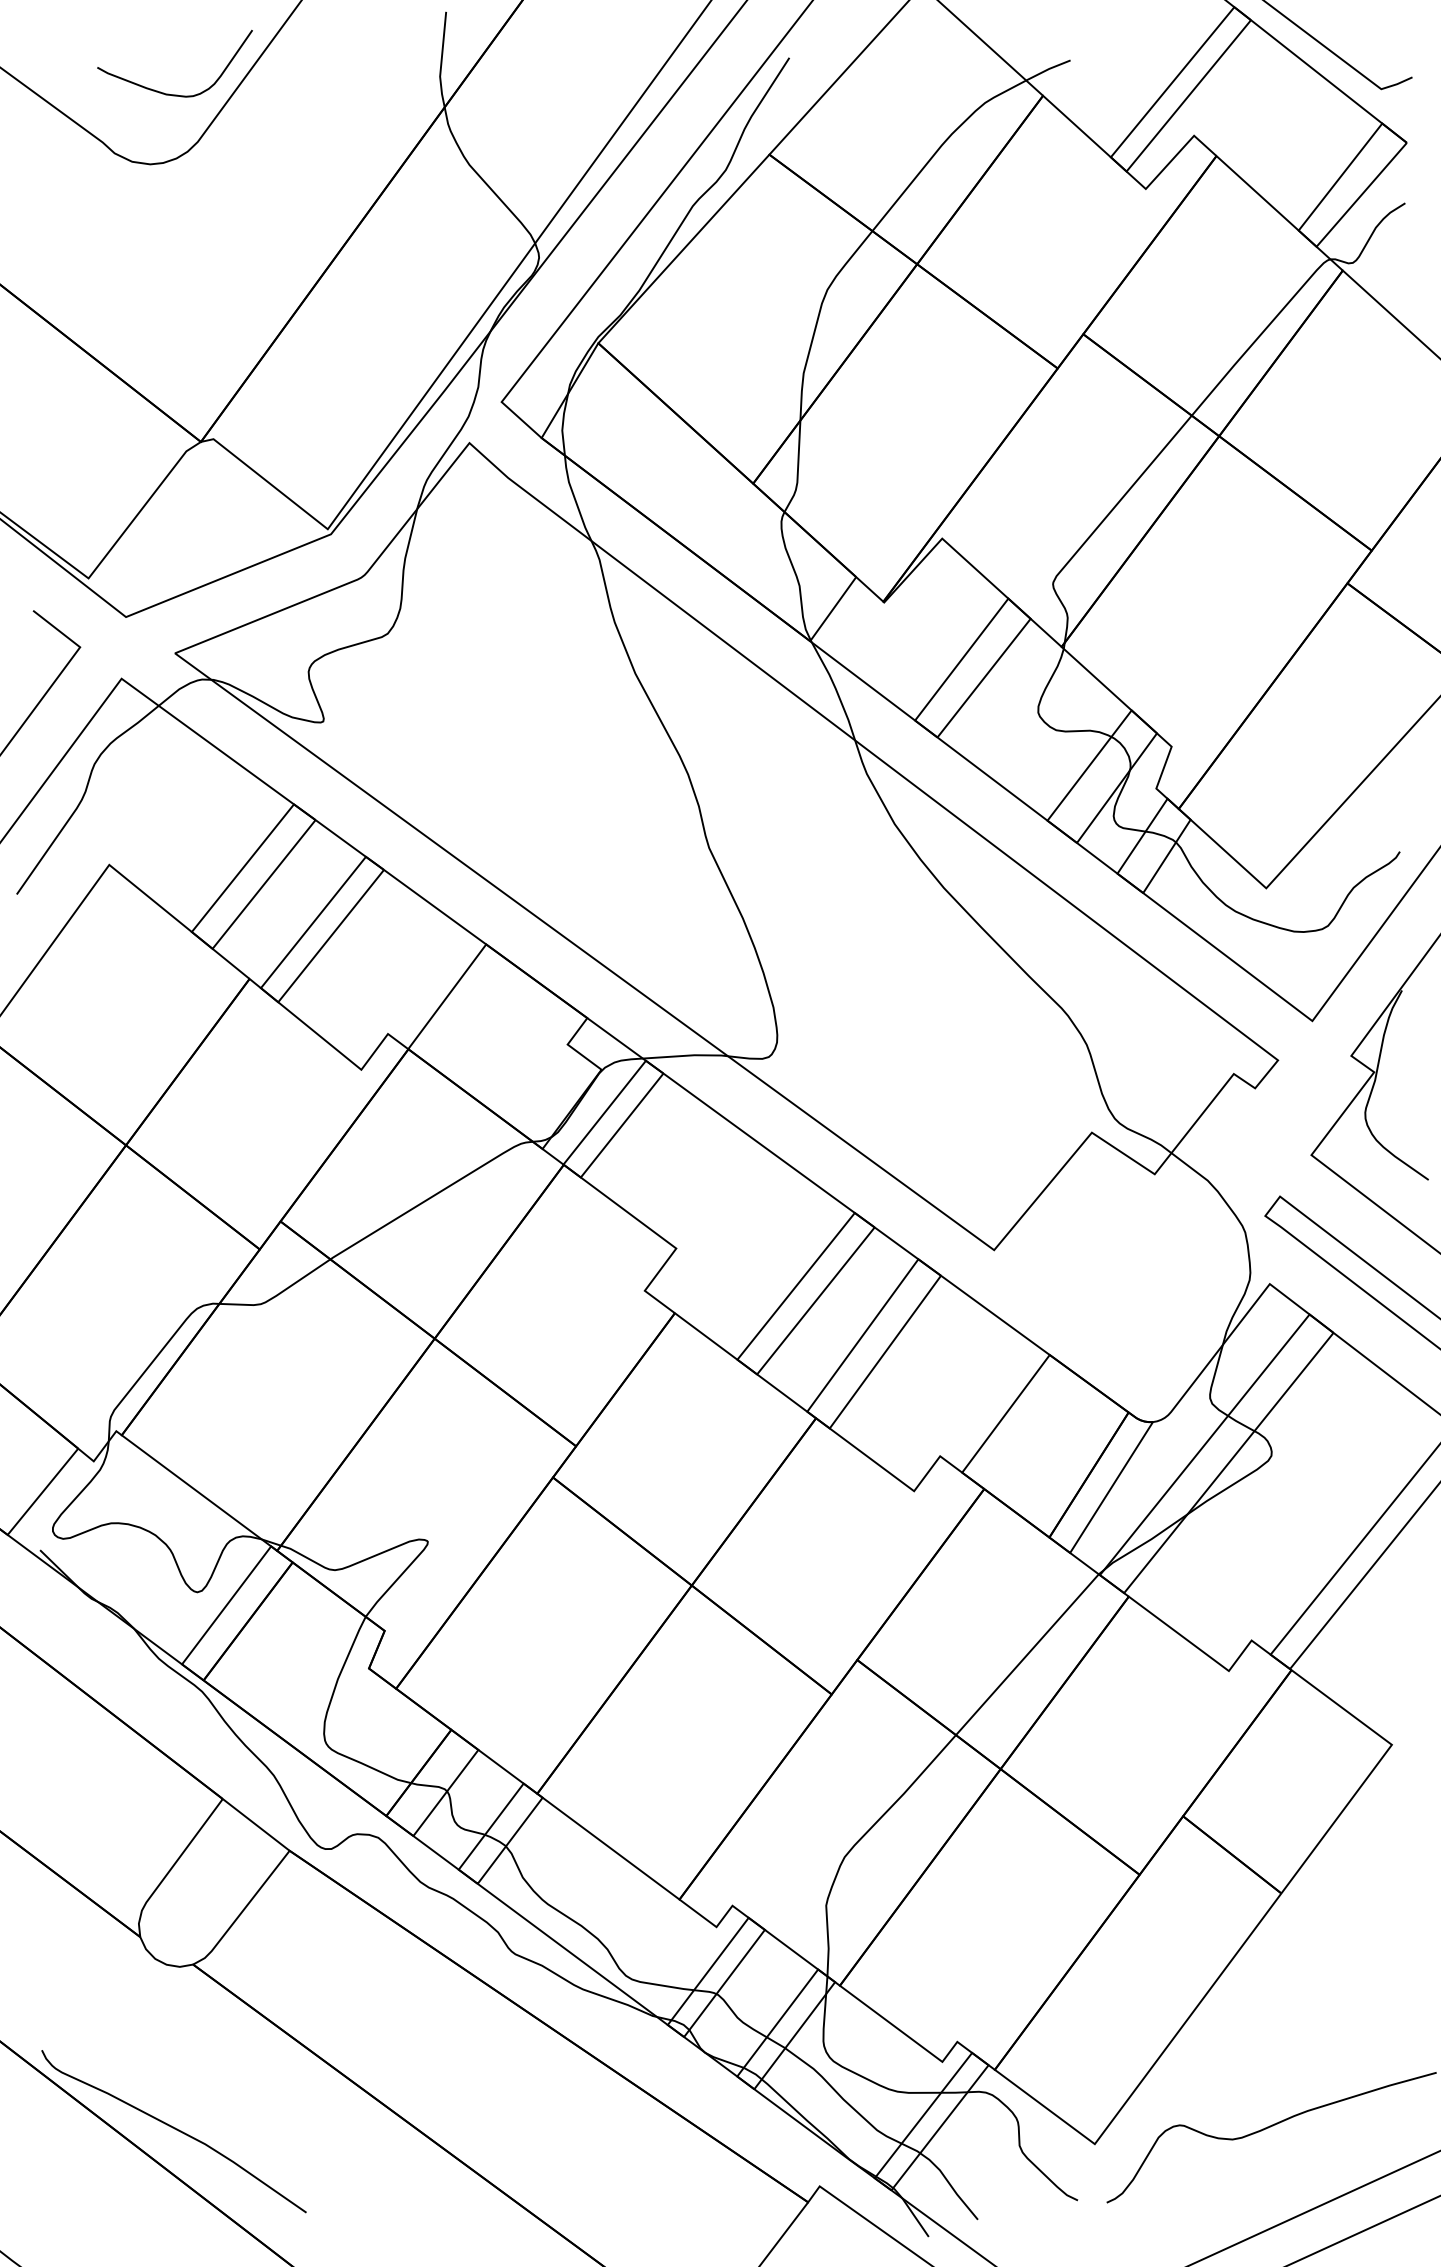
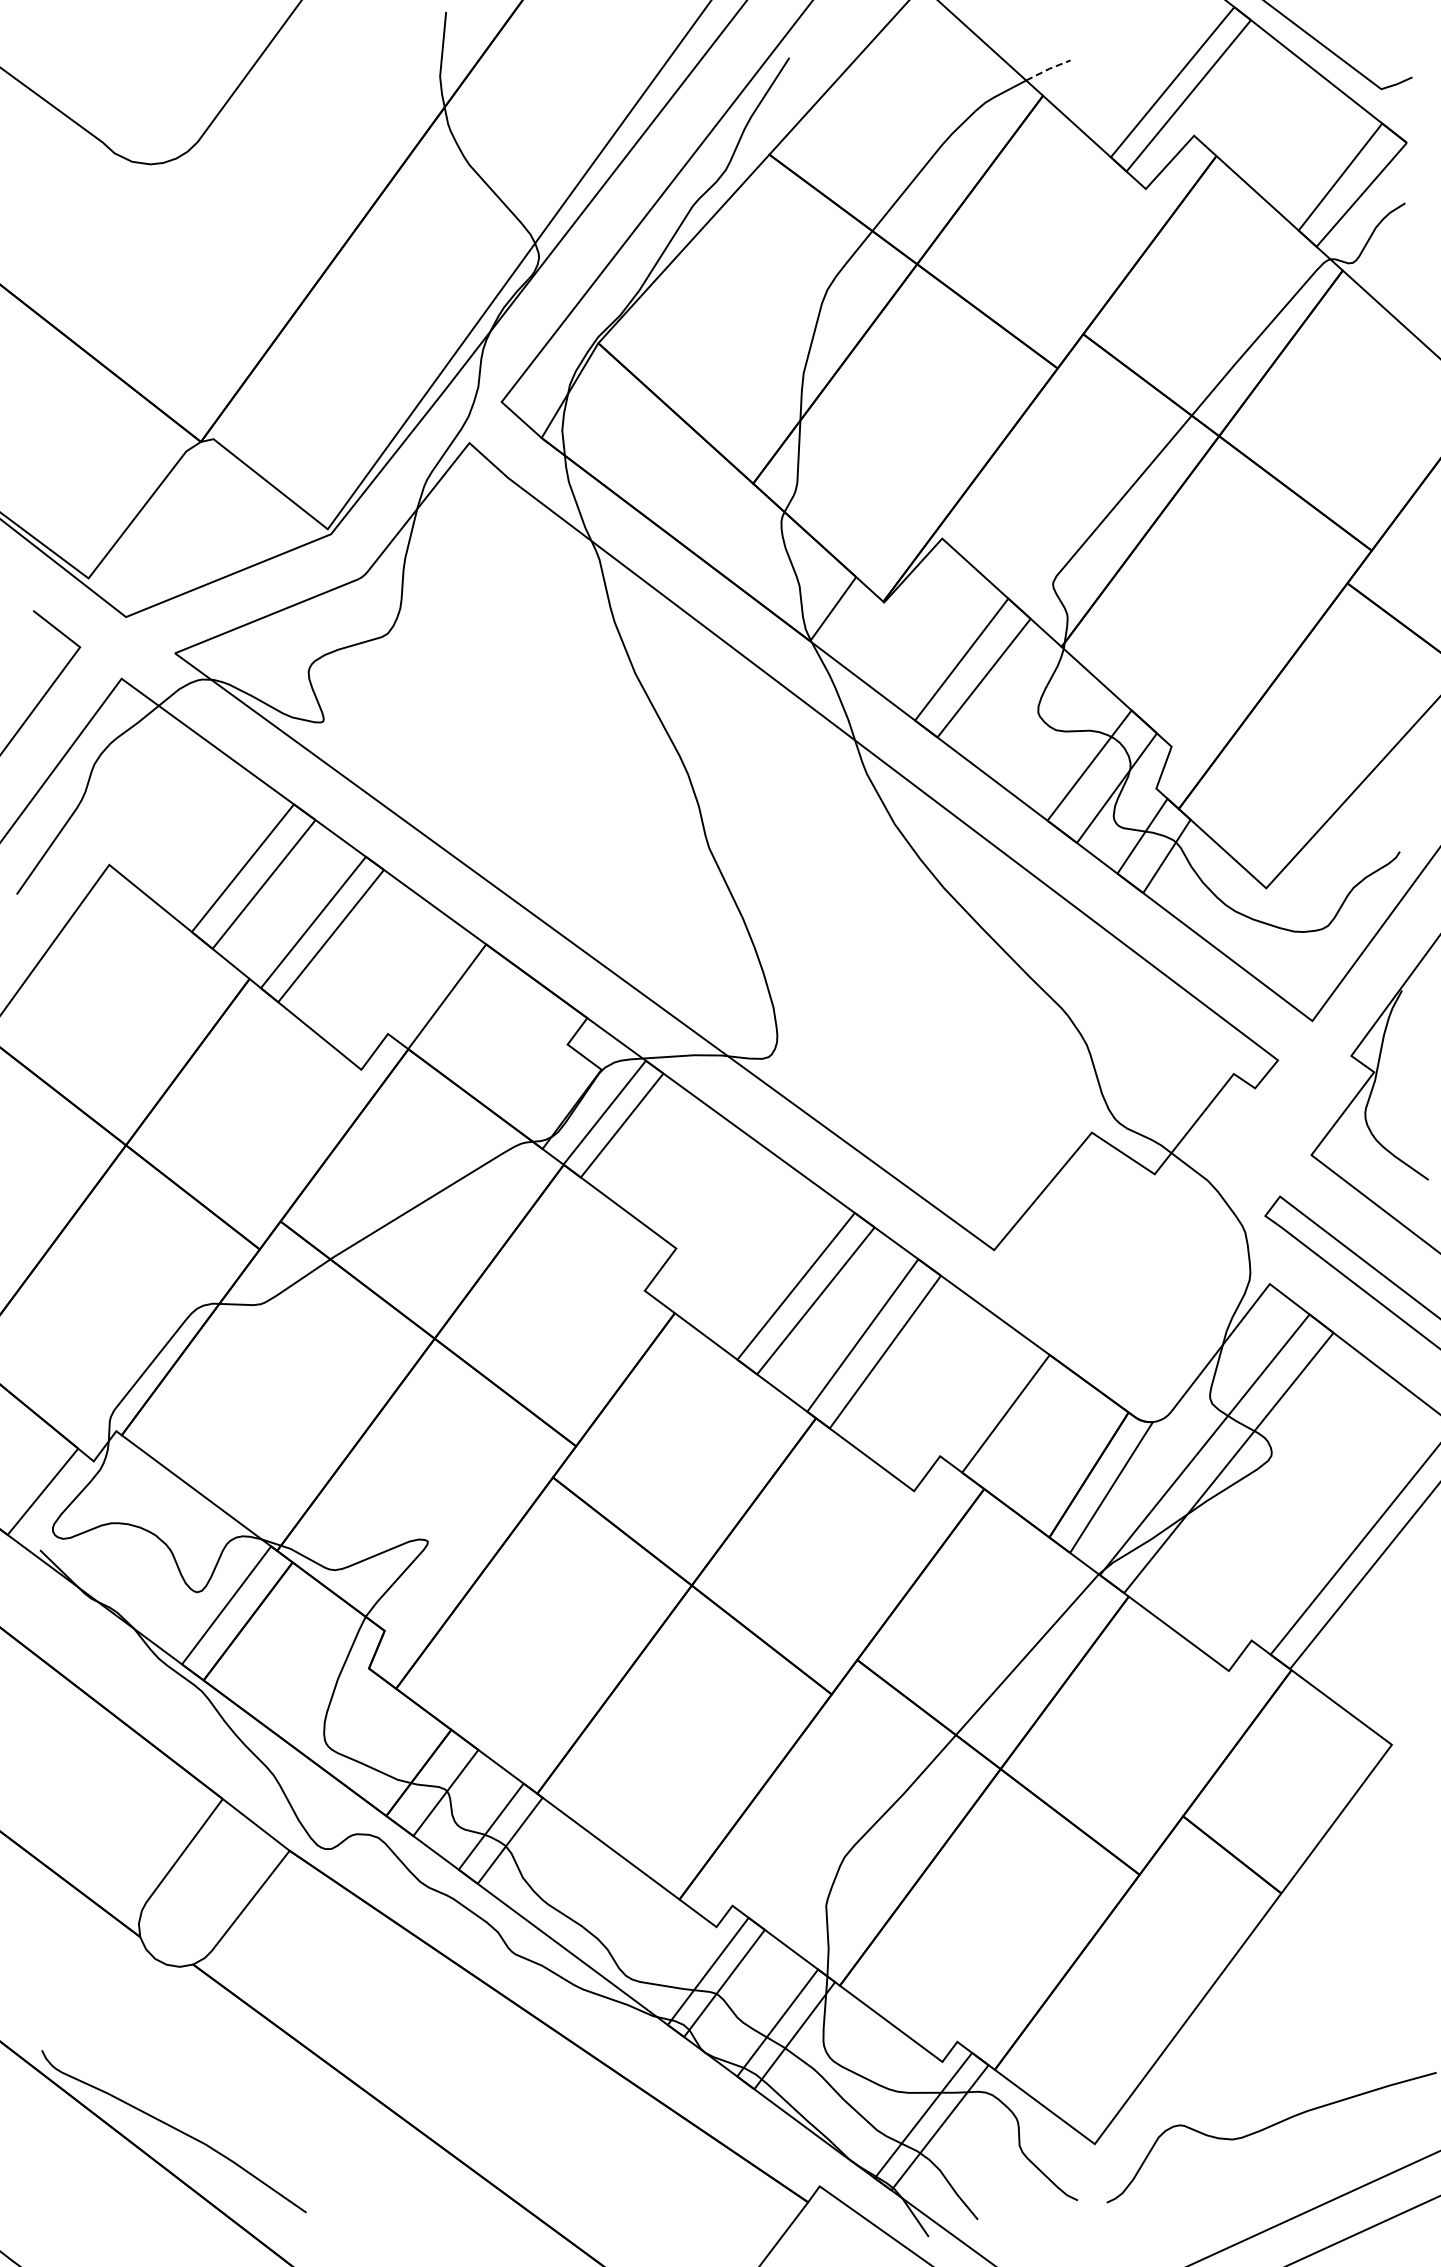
line at (1048, 69): solid -> dashed
curve at (168, 93): present -> none
